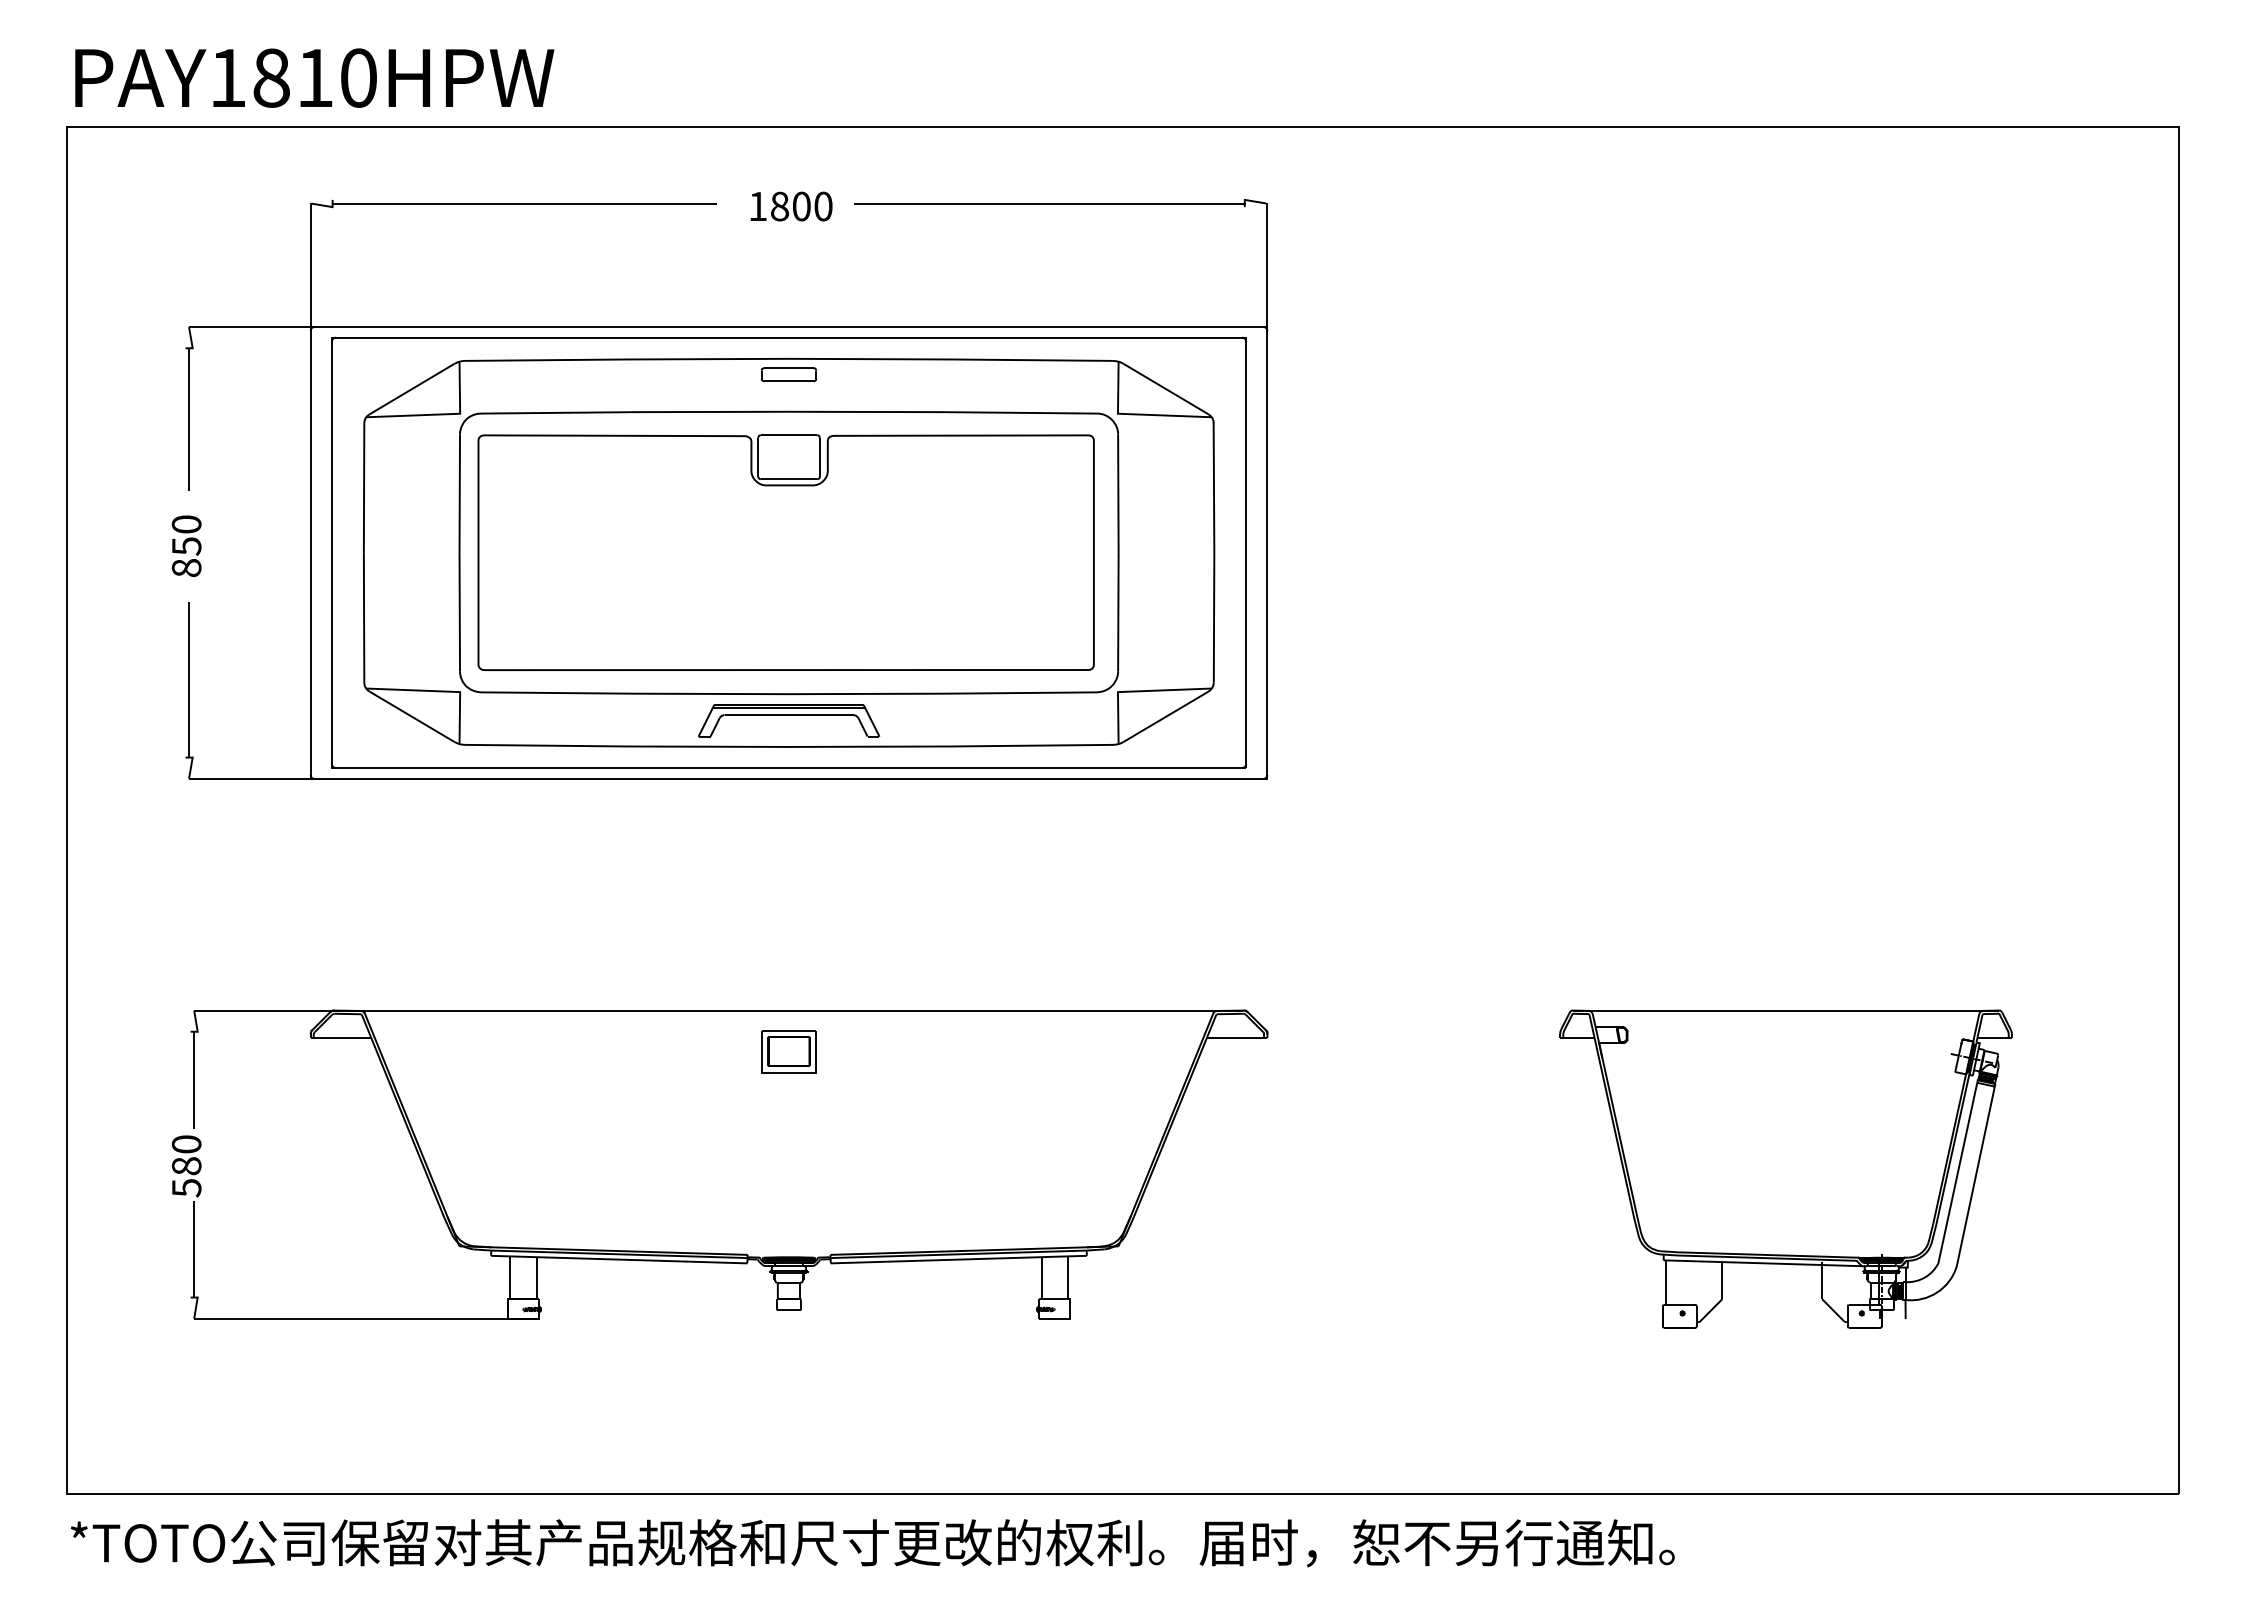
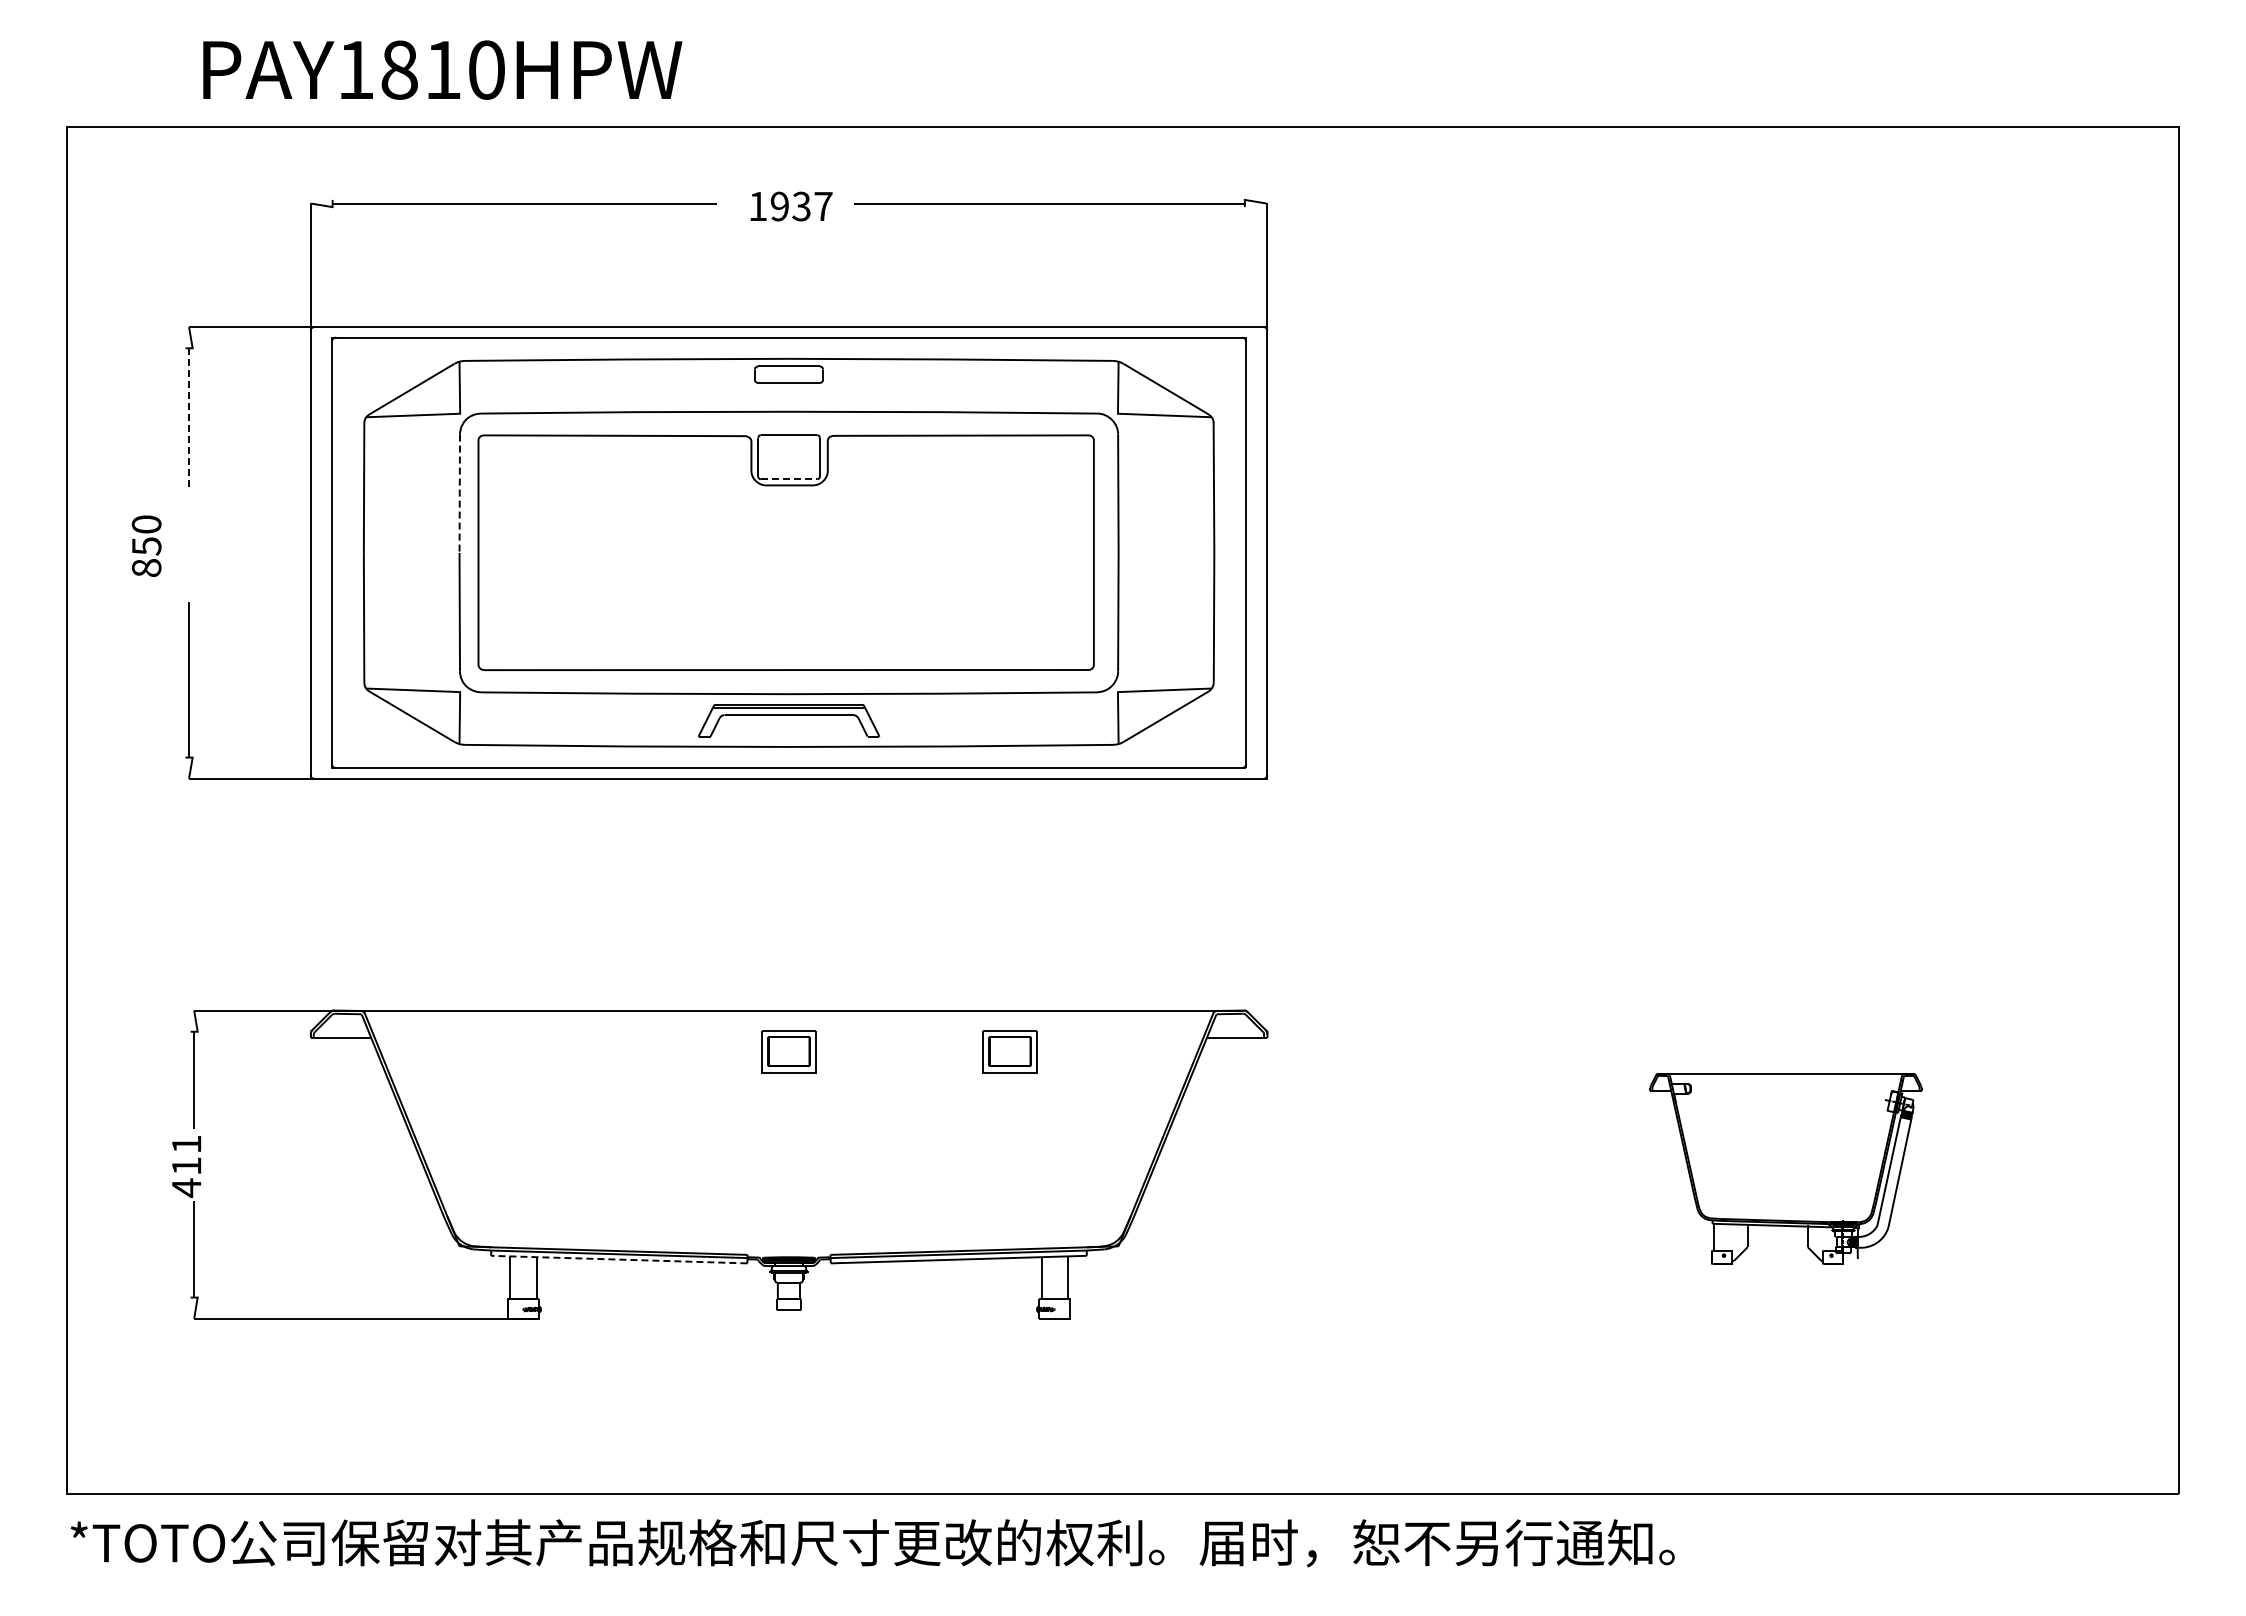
text at (314, 77) position: (314, 77) -> (442, 69)
text at (801, 206): 1800 -> 1937
part at (788, 374) size: 58x16 px -> 70x19 px
line at (189, 420): solid -> dashed
line at (789, 479): solid -> dashed
line at (459, 494): solid -> dashed
text at (186, 545) position: (186, 545) -> (146, 545)
part at (1009, 1051): none -> present
text at (186, 1166): 580 -> 411
part at (1785, 1168) size: 454x320 px -> 274x192 px
line at (618, 1259): solid -> dashed
